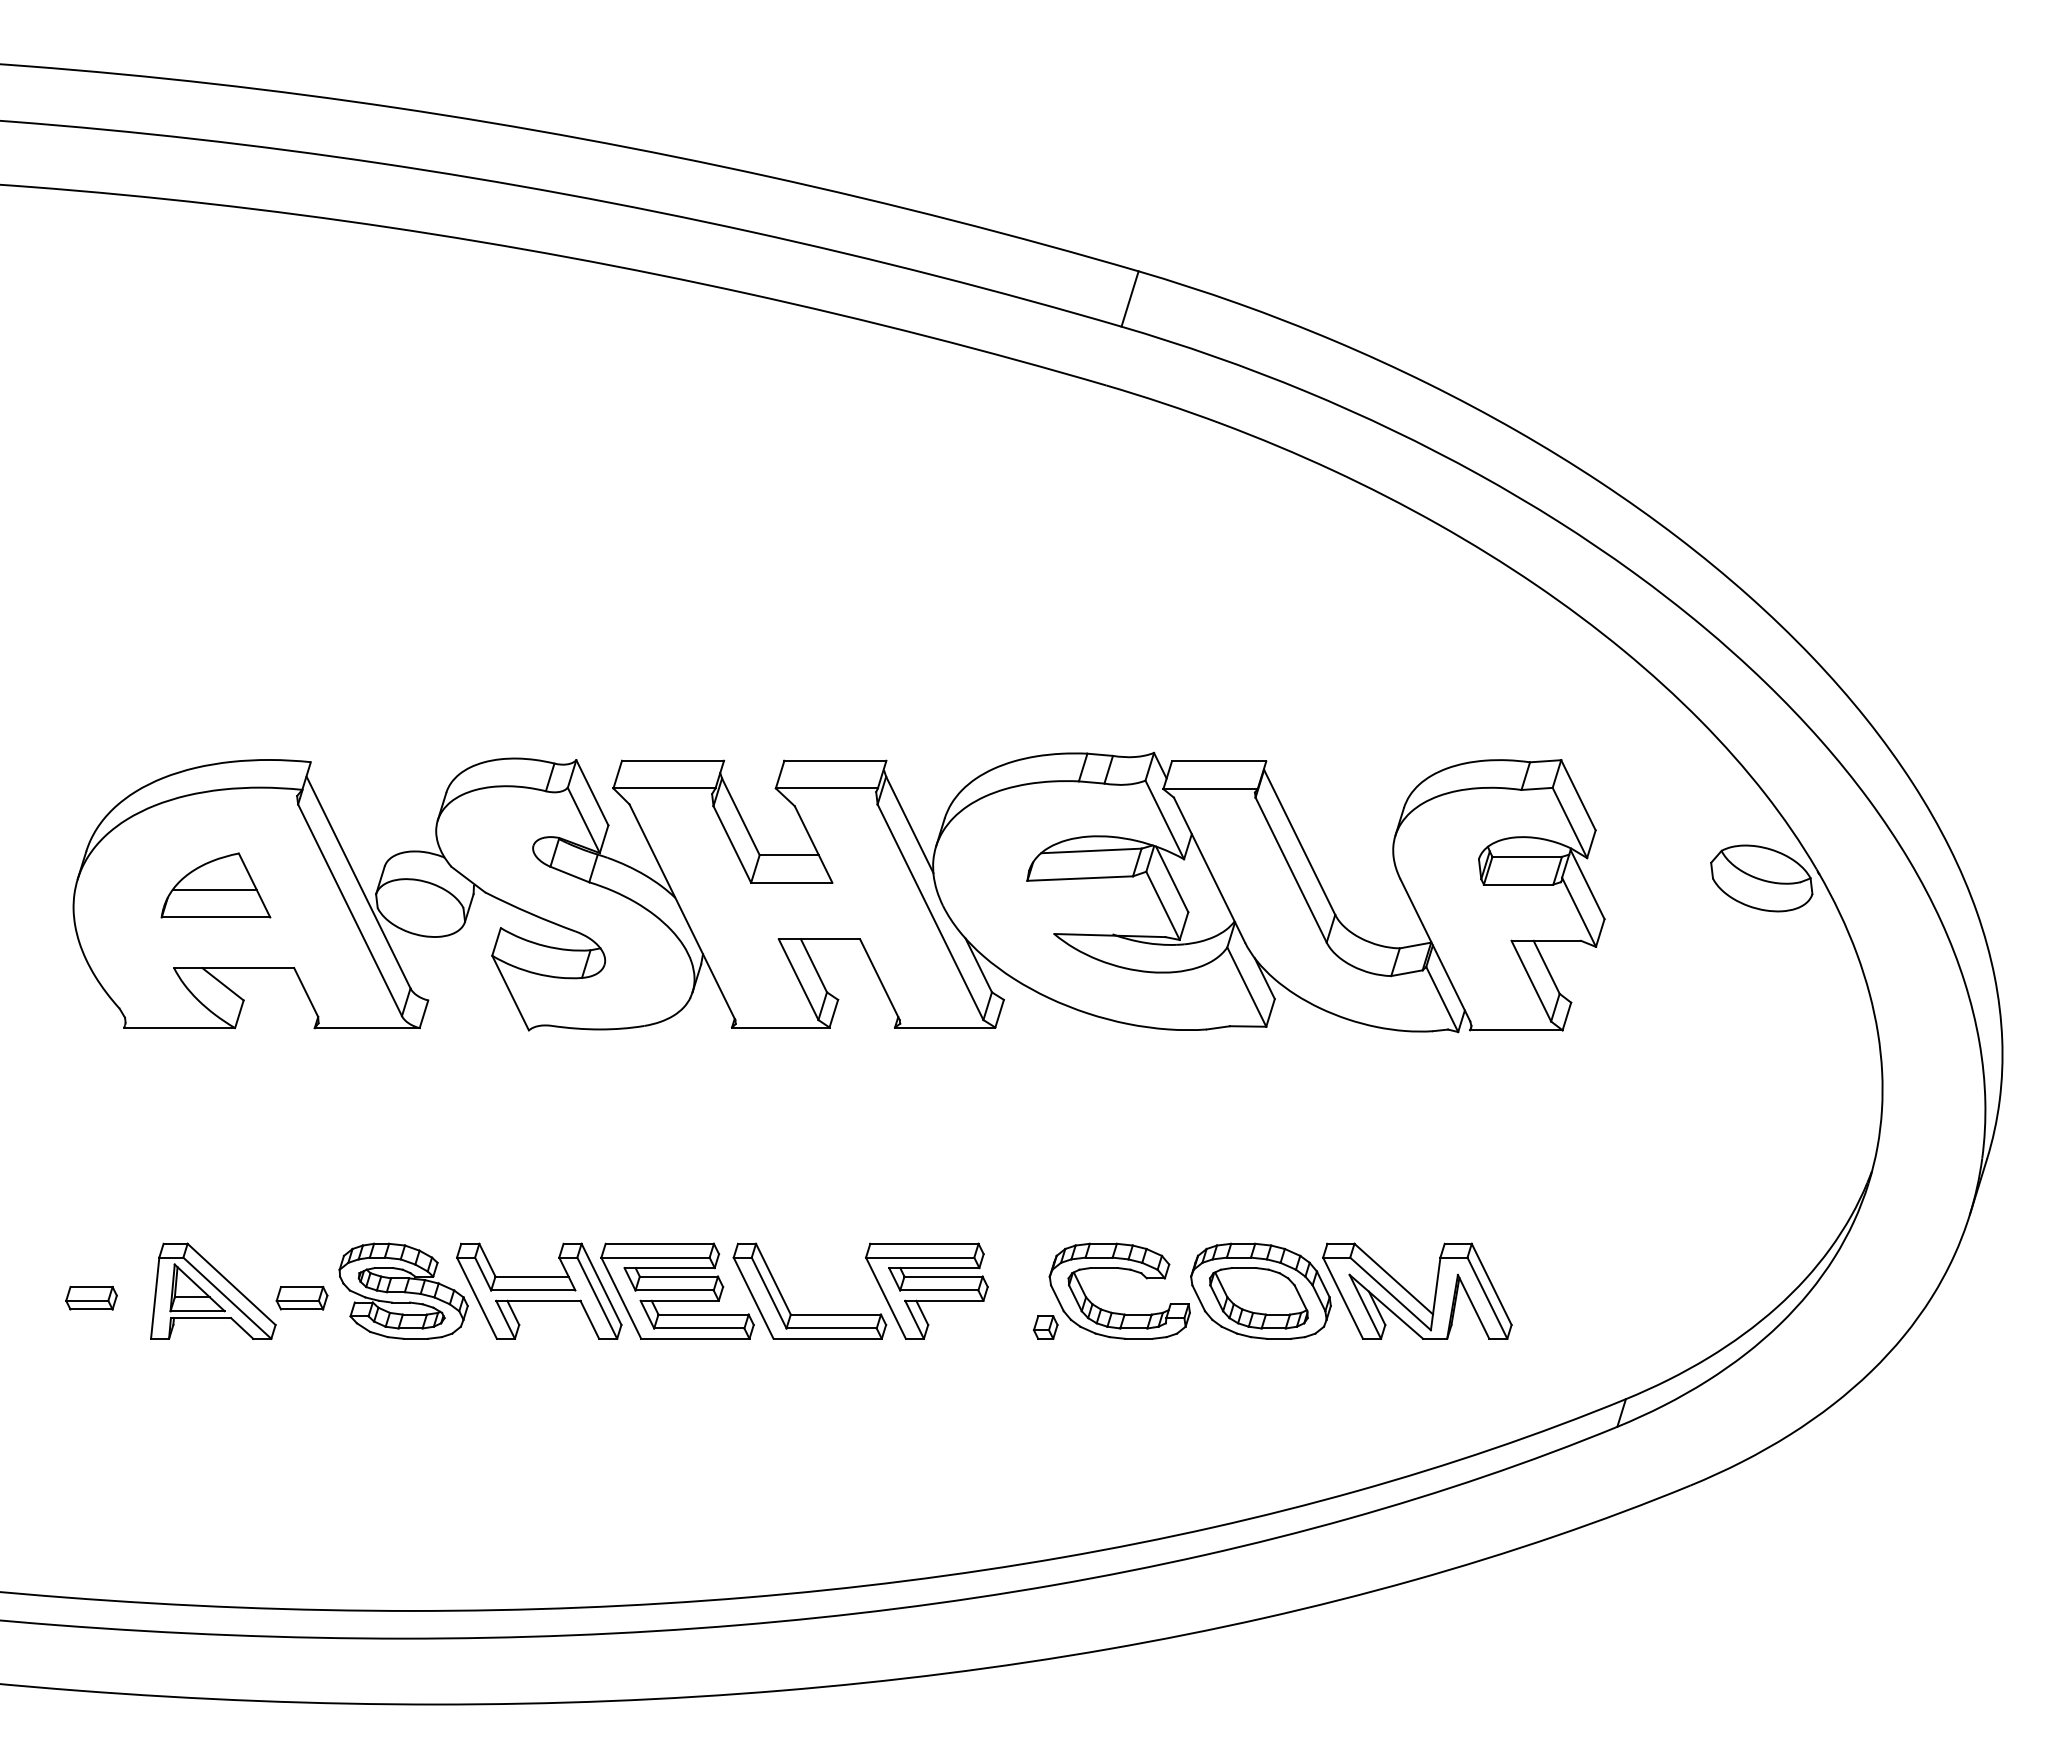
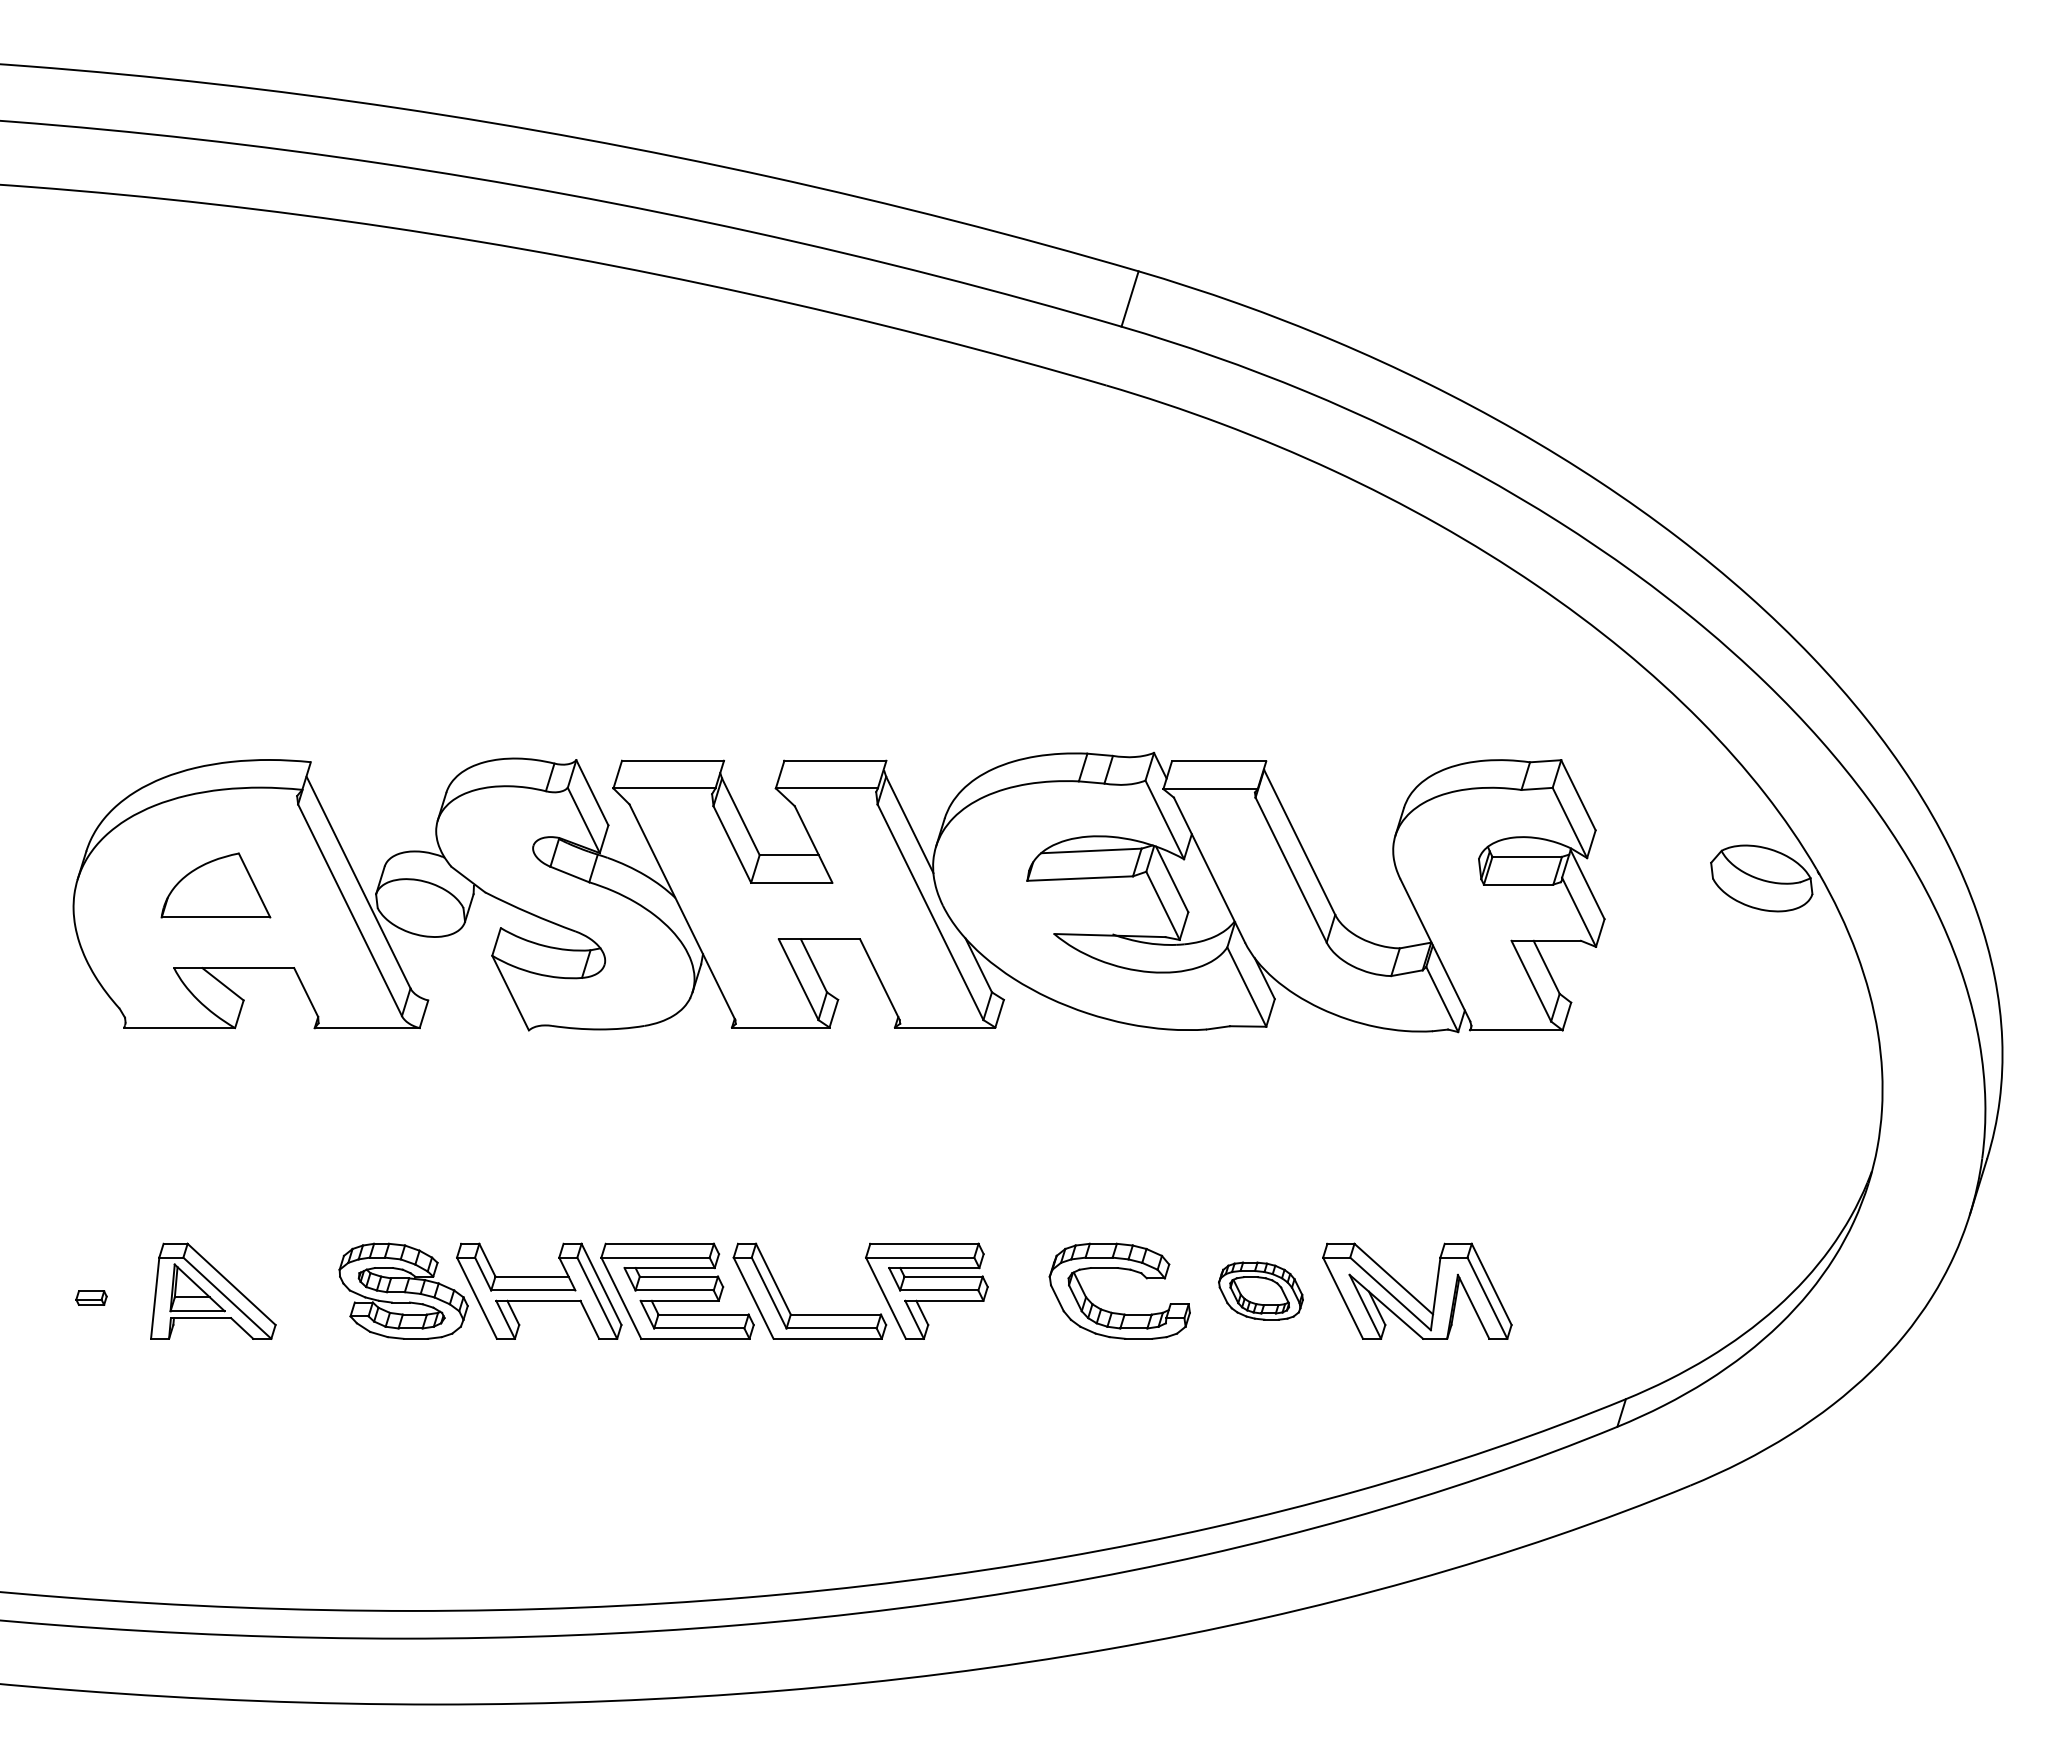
line at (214, 889): present -> none
part at (1260, 1290) size: 142x98 px -> 86x60 px
part at (91, 1297) size: 53x26 px -> 33x16 px
part at (301, 1298): present -> none
part at (1045, 1327): present -> none
